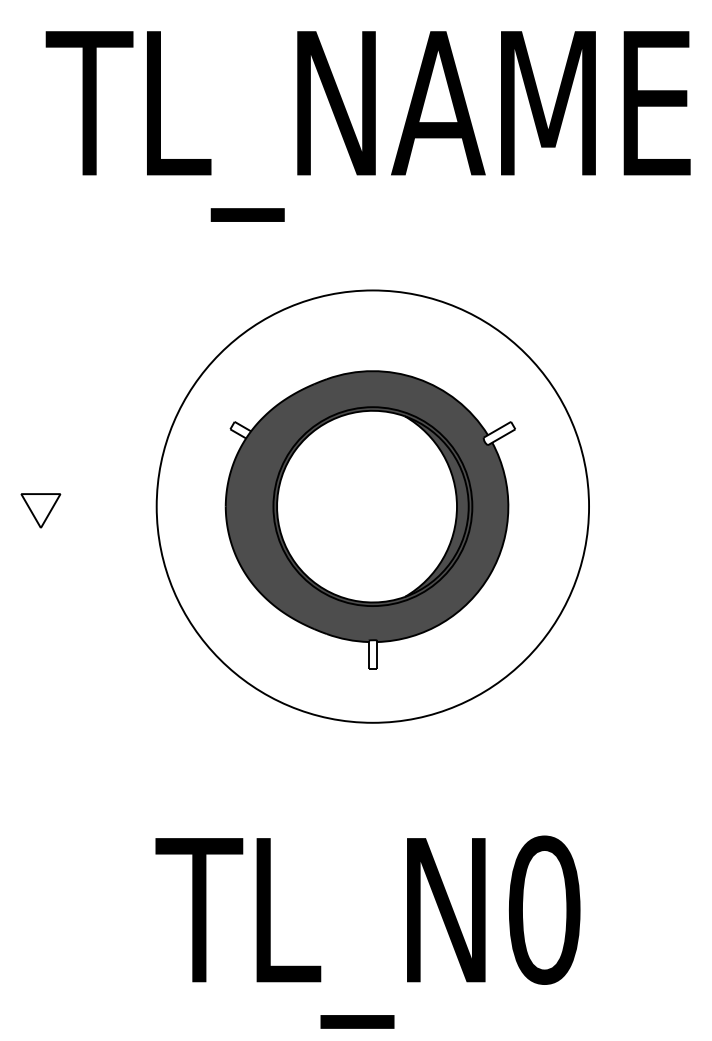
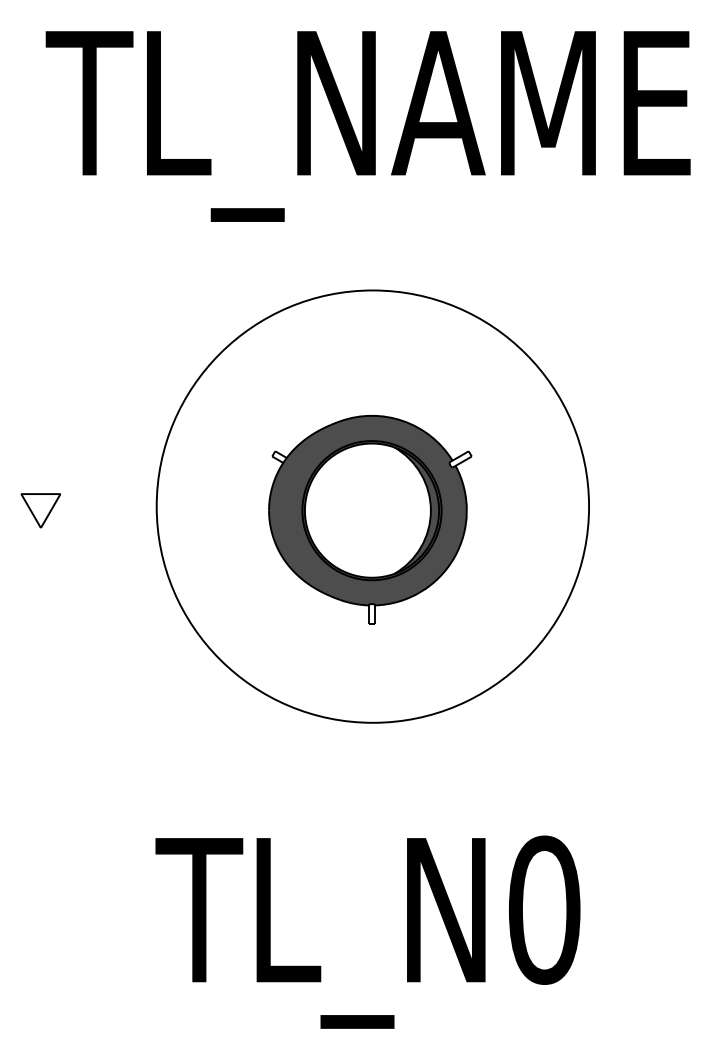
part at (369, 519) size: 292x300 px -> 205x210 px
